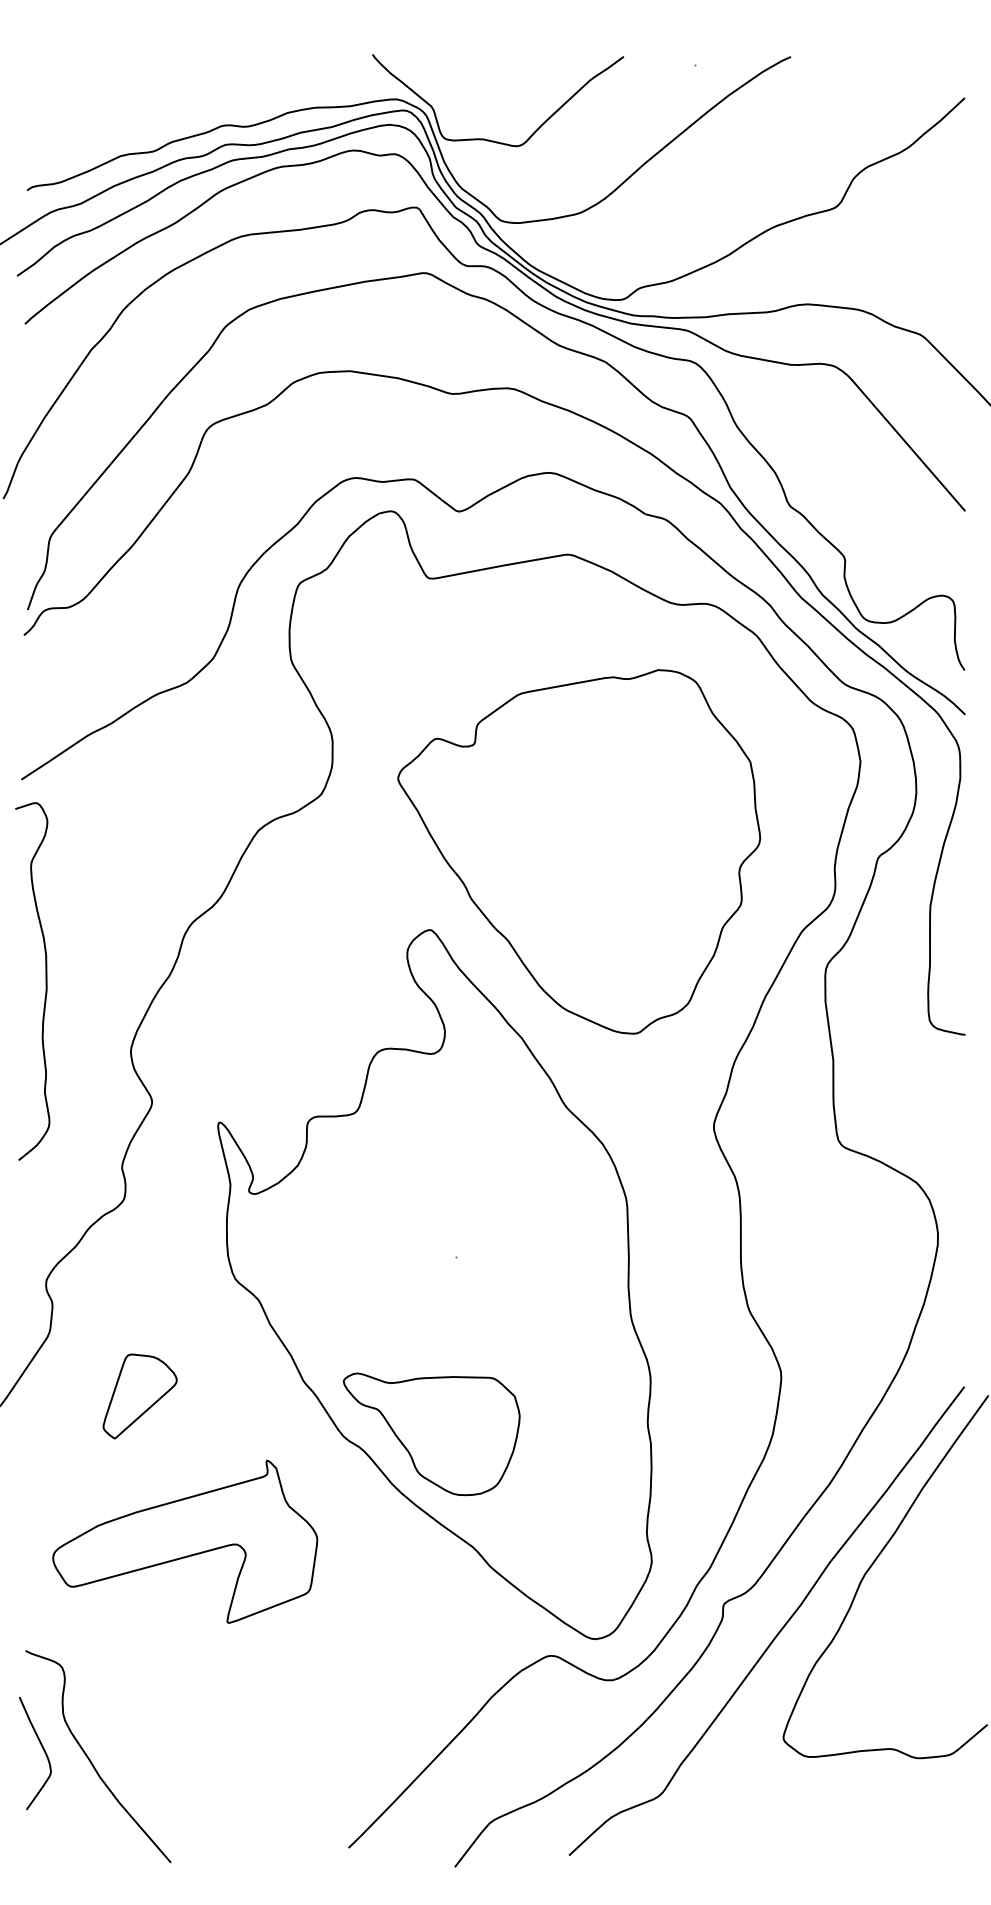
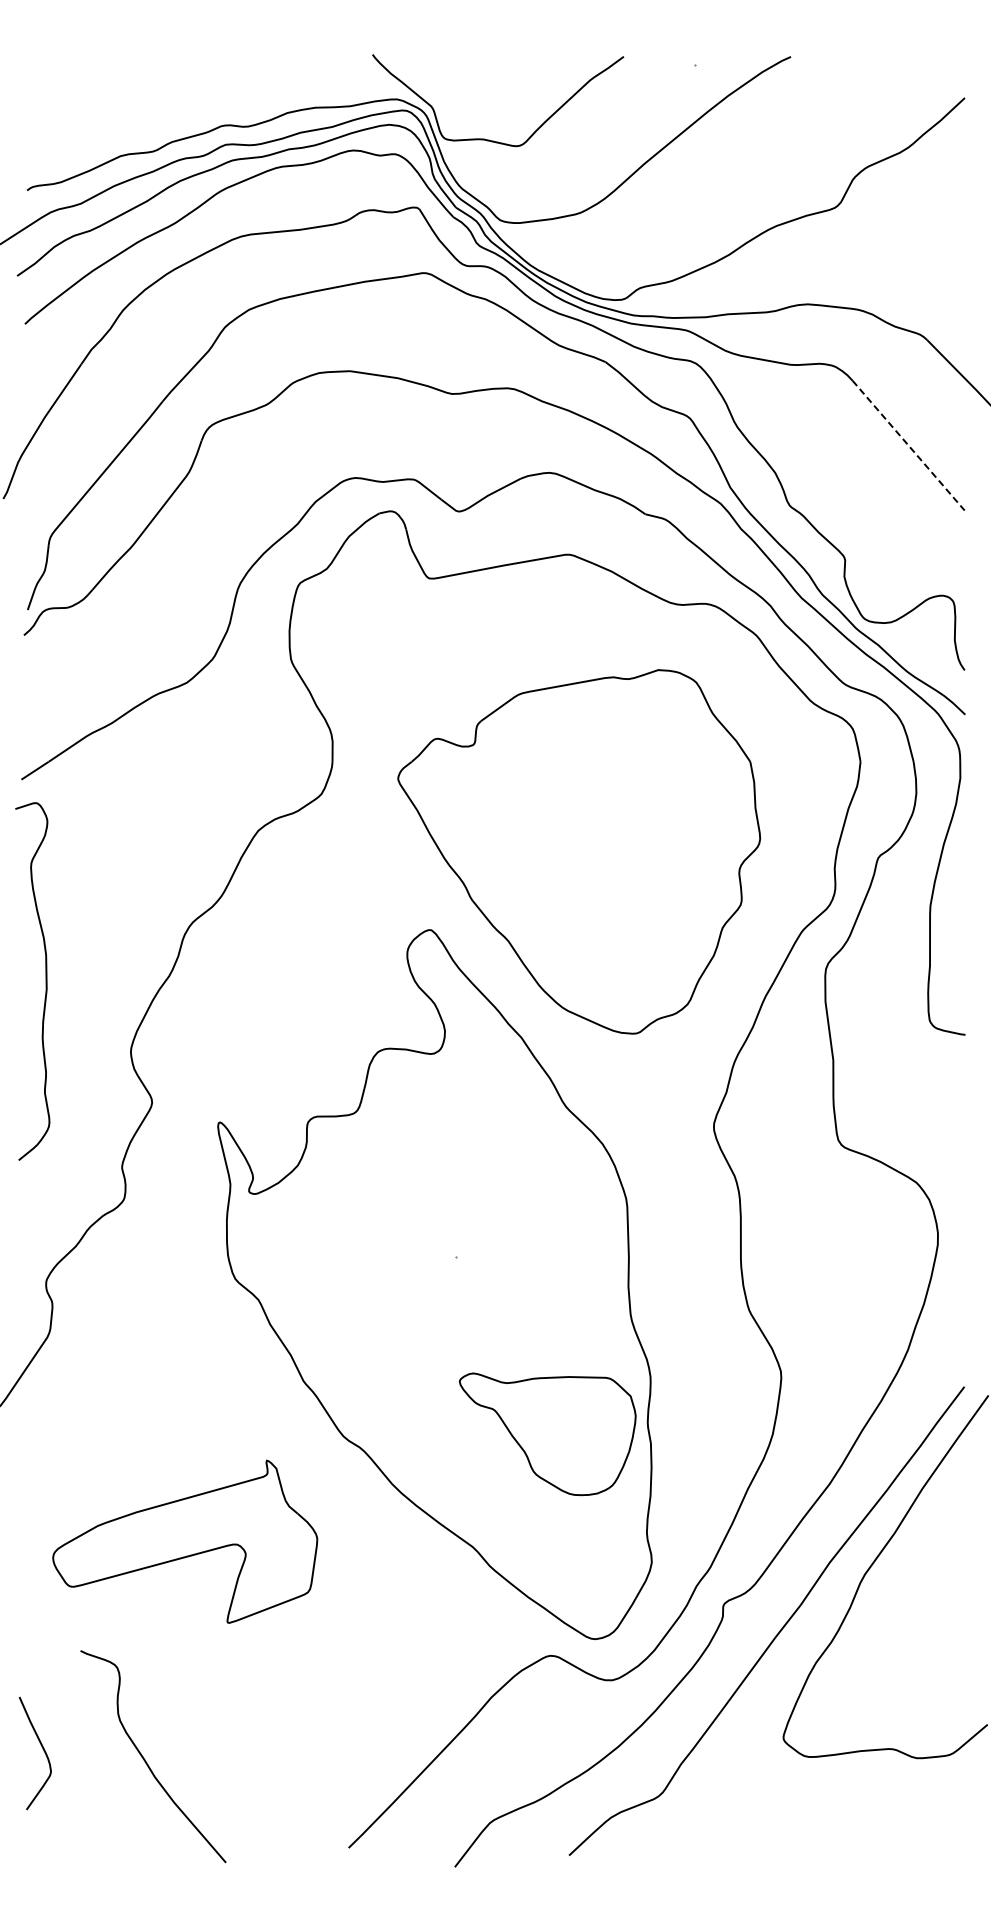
line at (908, 445): solid -> dashed
part at (139, 1396): present -> none
part at (431, 1434) position: (431, 1434) -> (547, 1434)
curve at (92, 1762) position: (92, 1762) -> (147, 1762)
